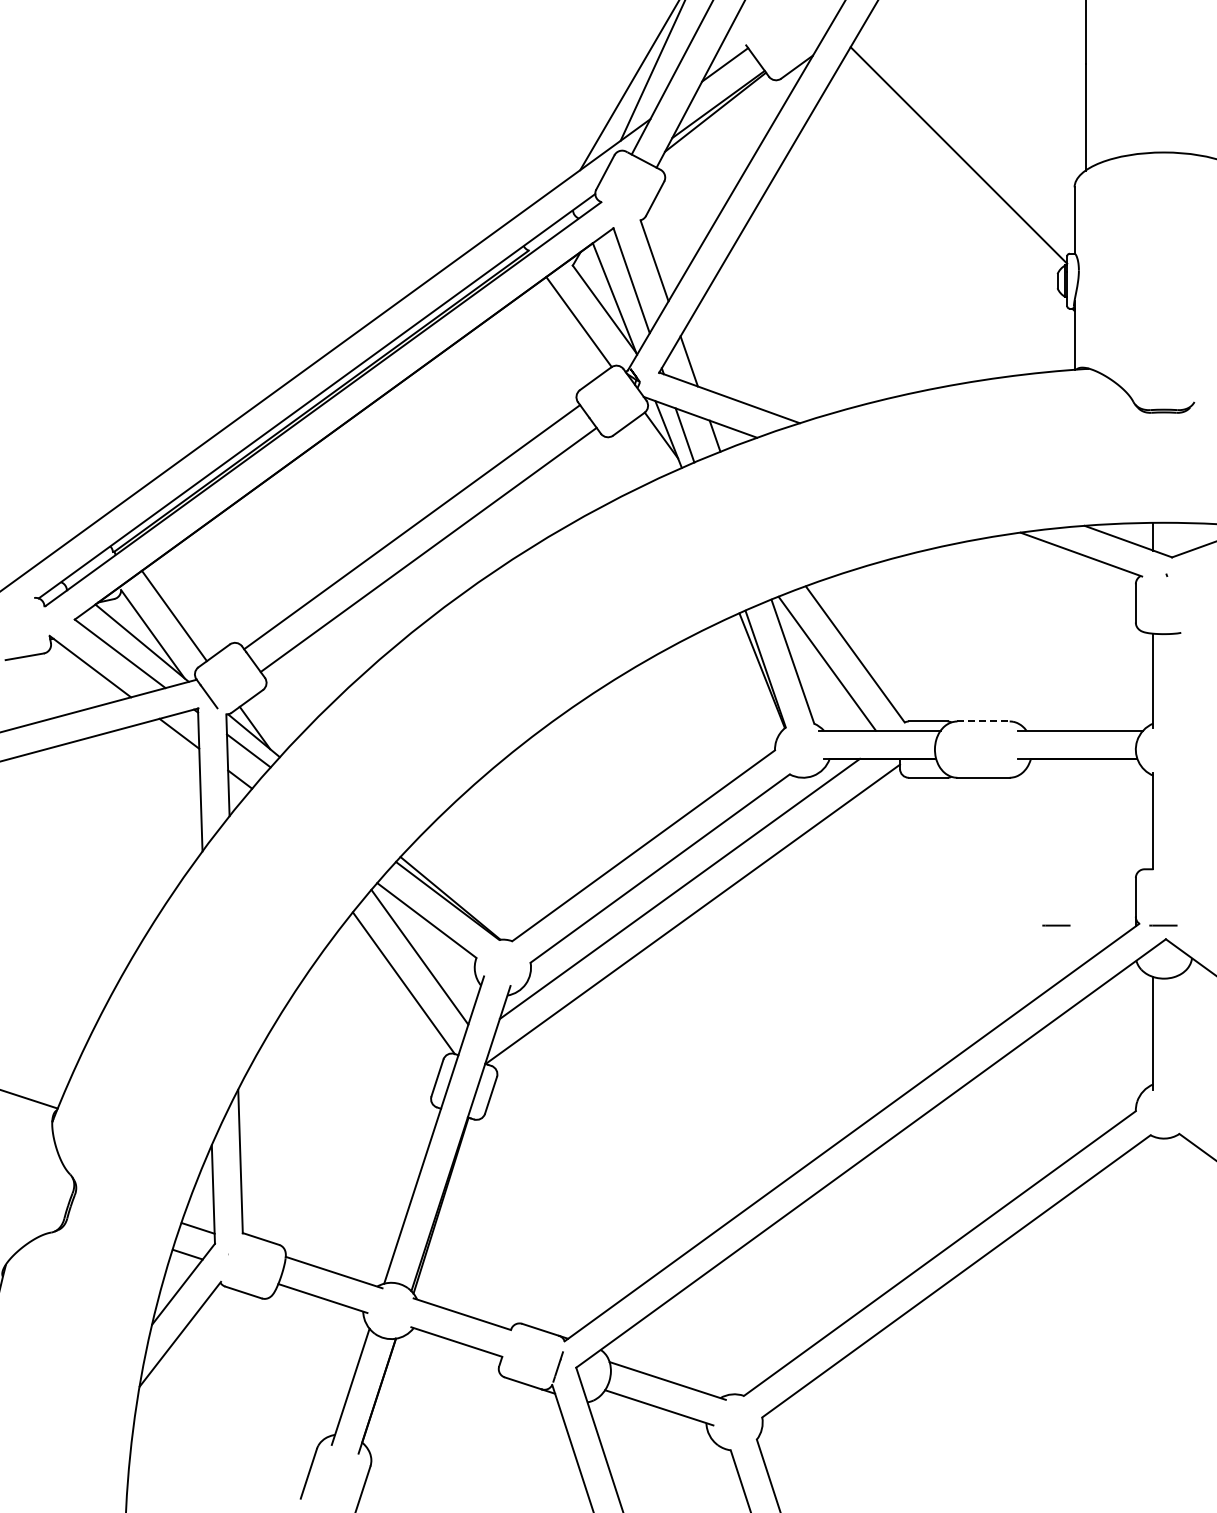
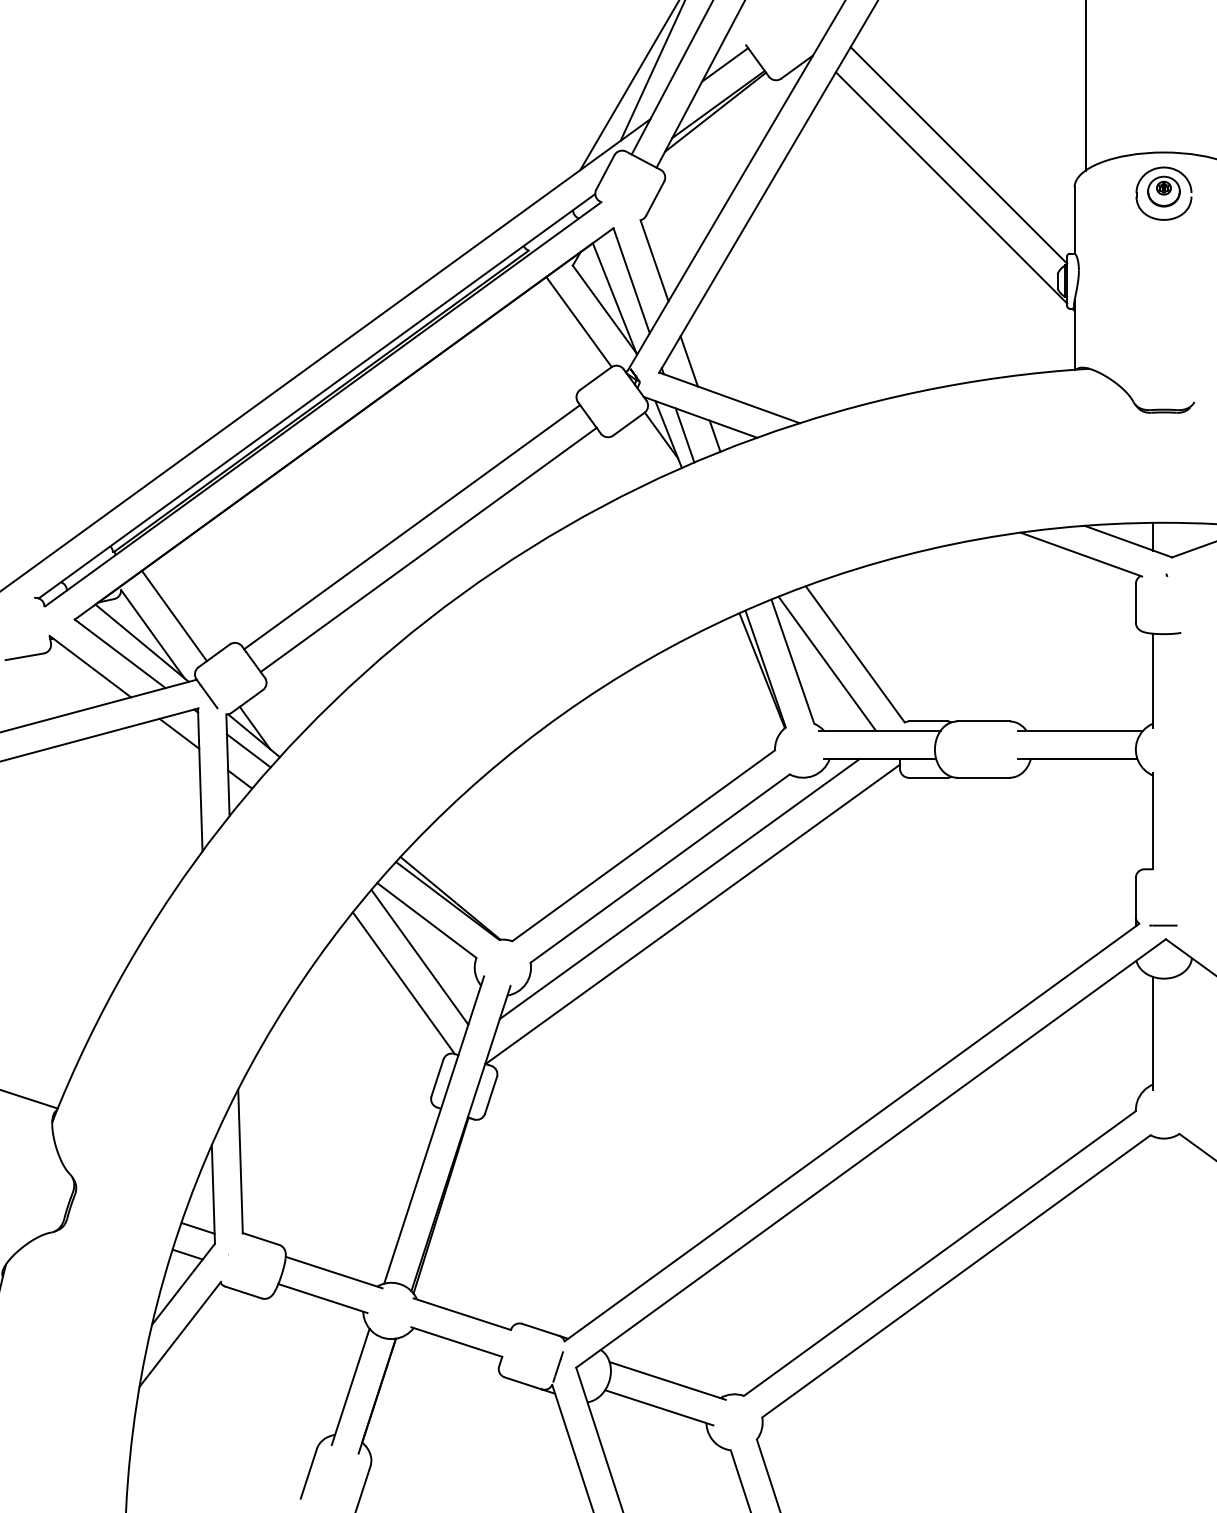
line at (951, 187): none -> present
part at (1163, 193): none -> present
line at (984, 721): dashed -> solid
line at (1056, 925): present -> none
